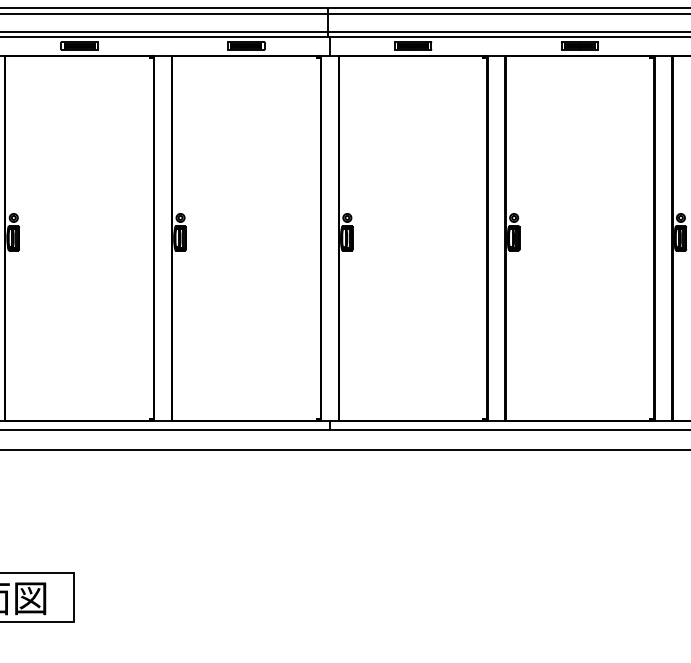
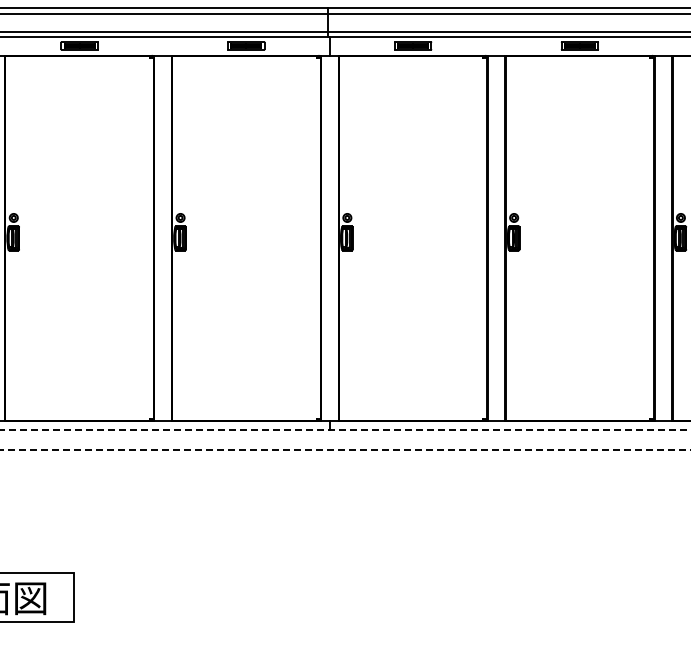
line at (345, 430): solid -> dashed
line at (345, 450): solid -> dashed
